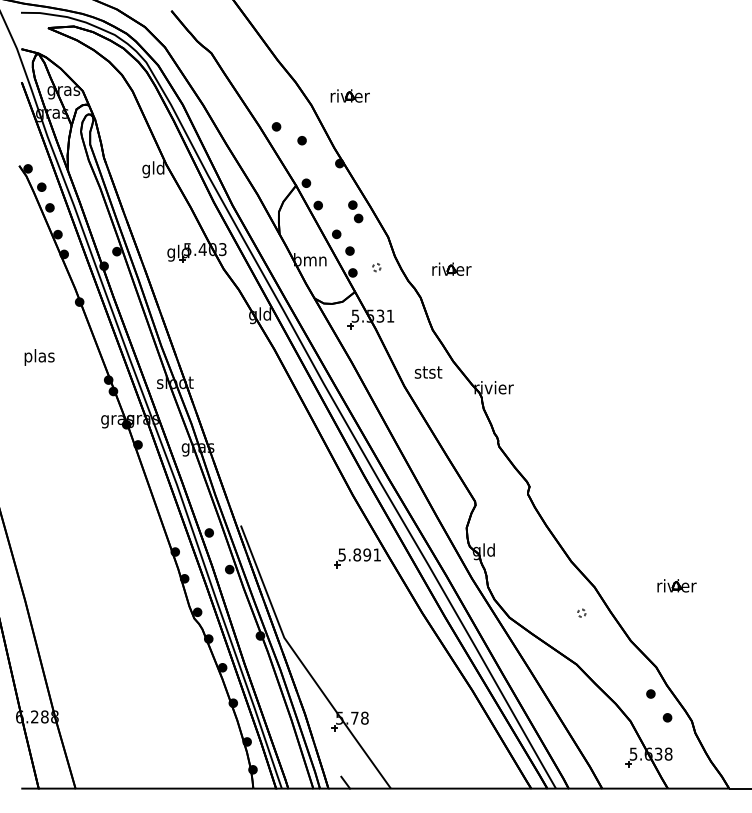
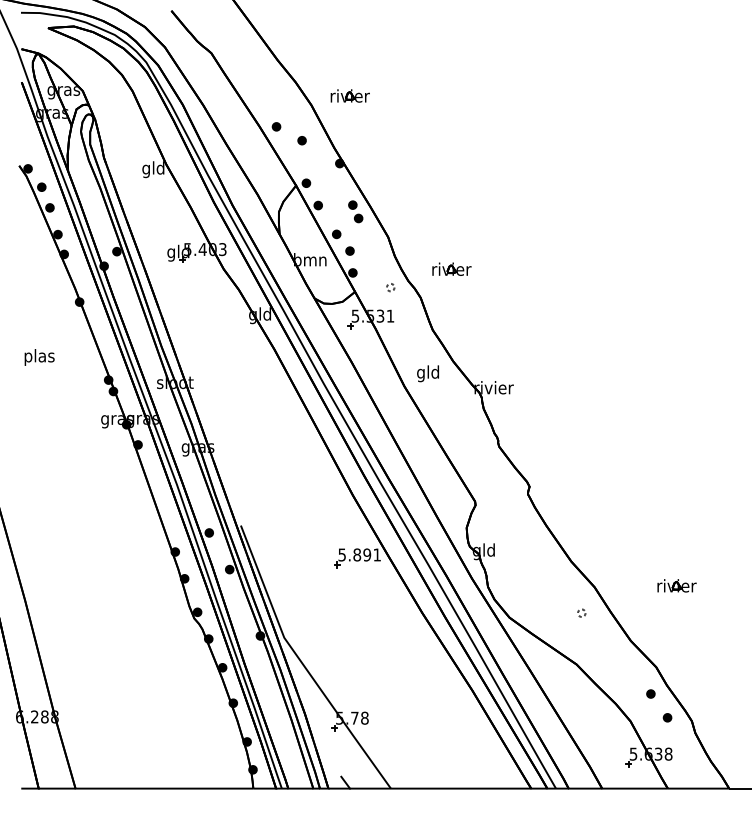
part at (376, 267) position: (376, 267) -> (390, 287)
text at (428, 373): stst -> gld
